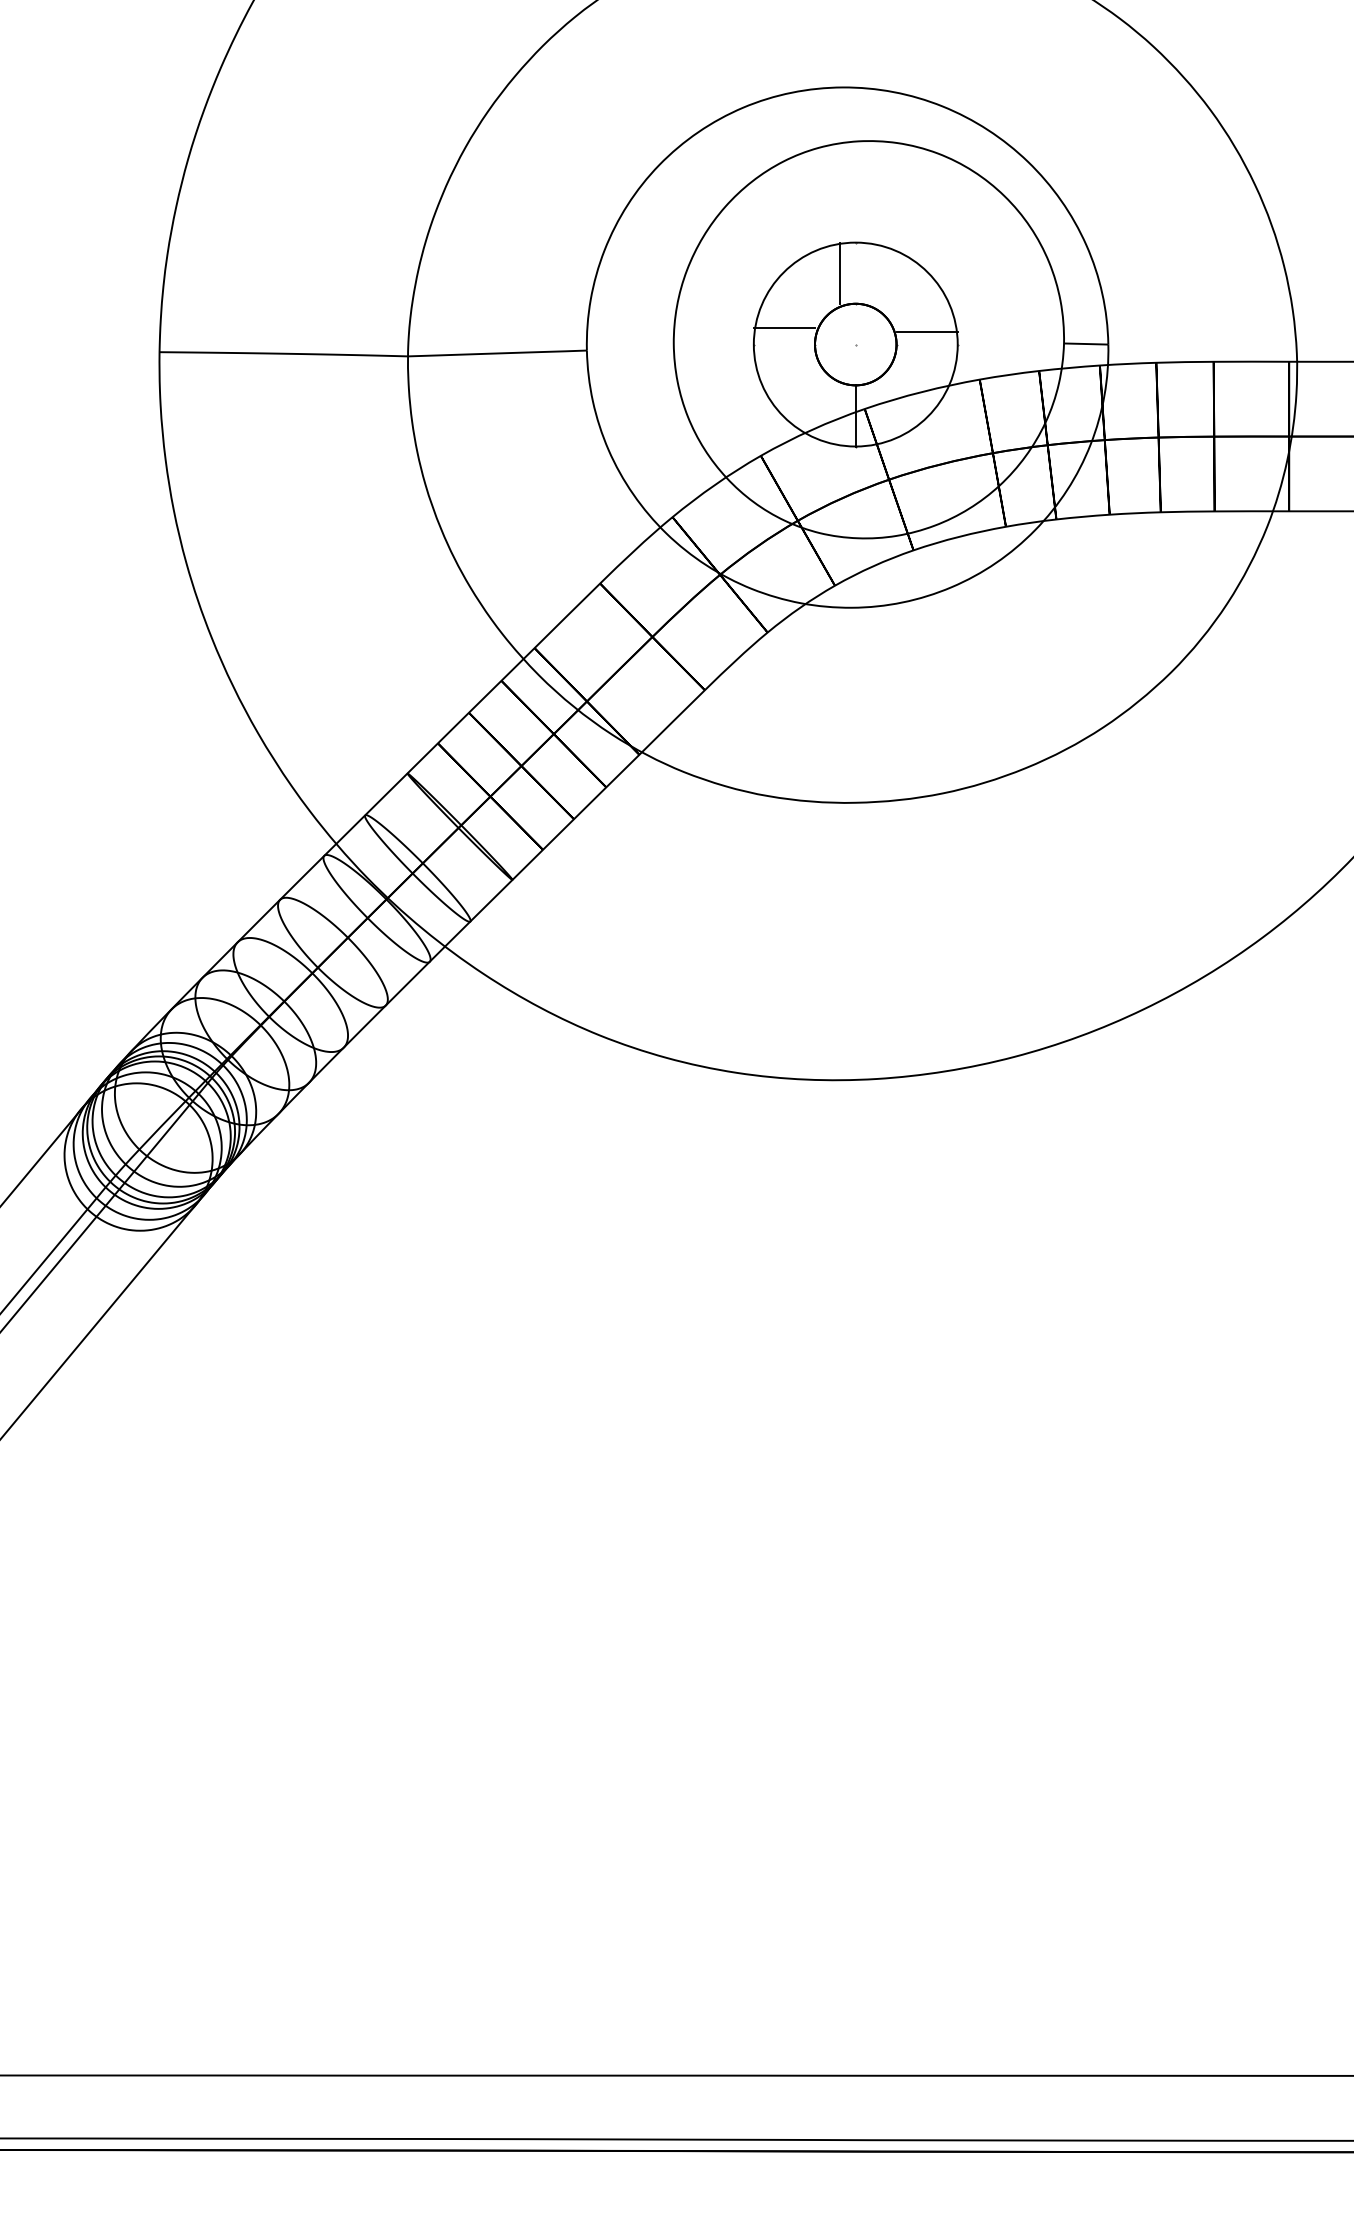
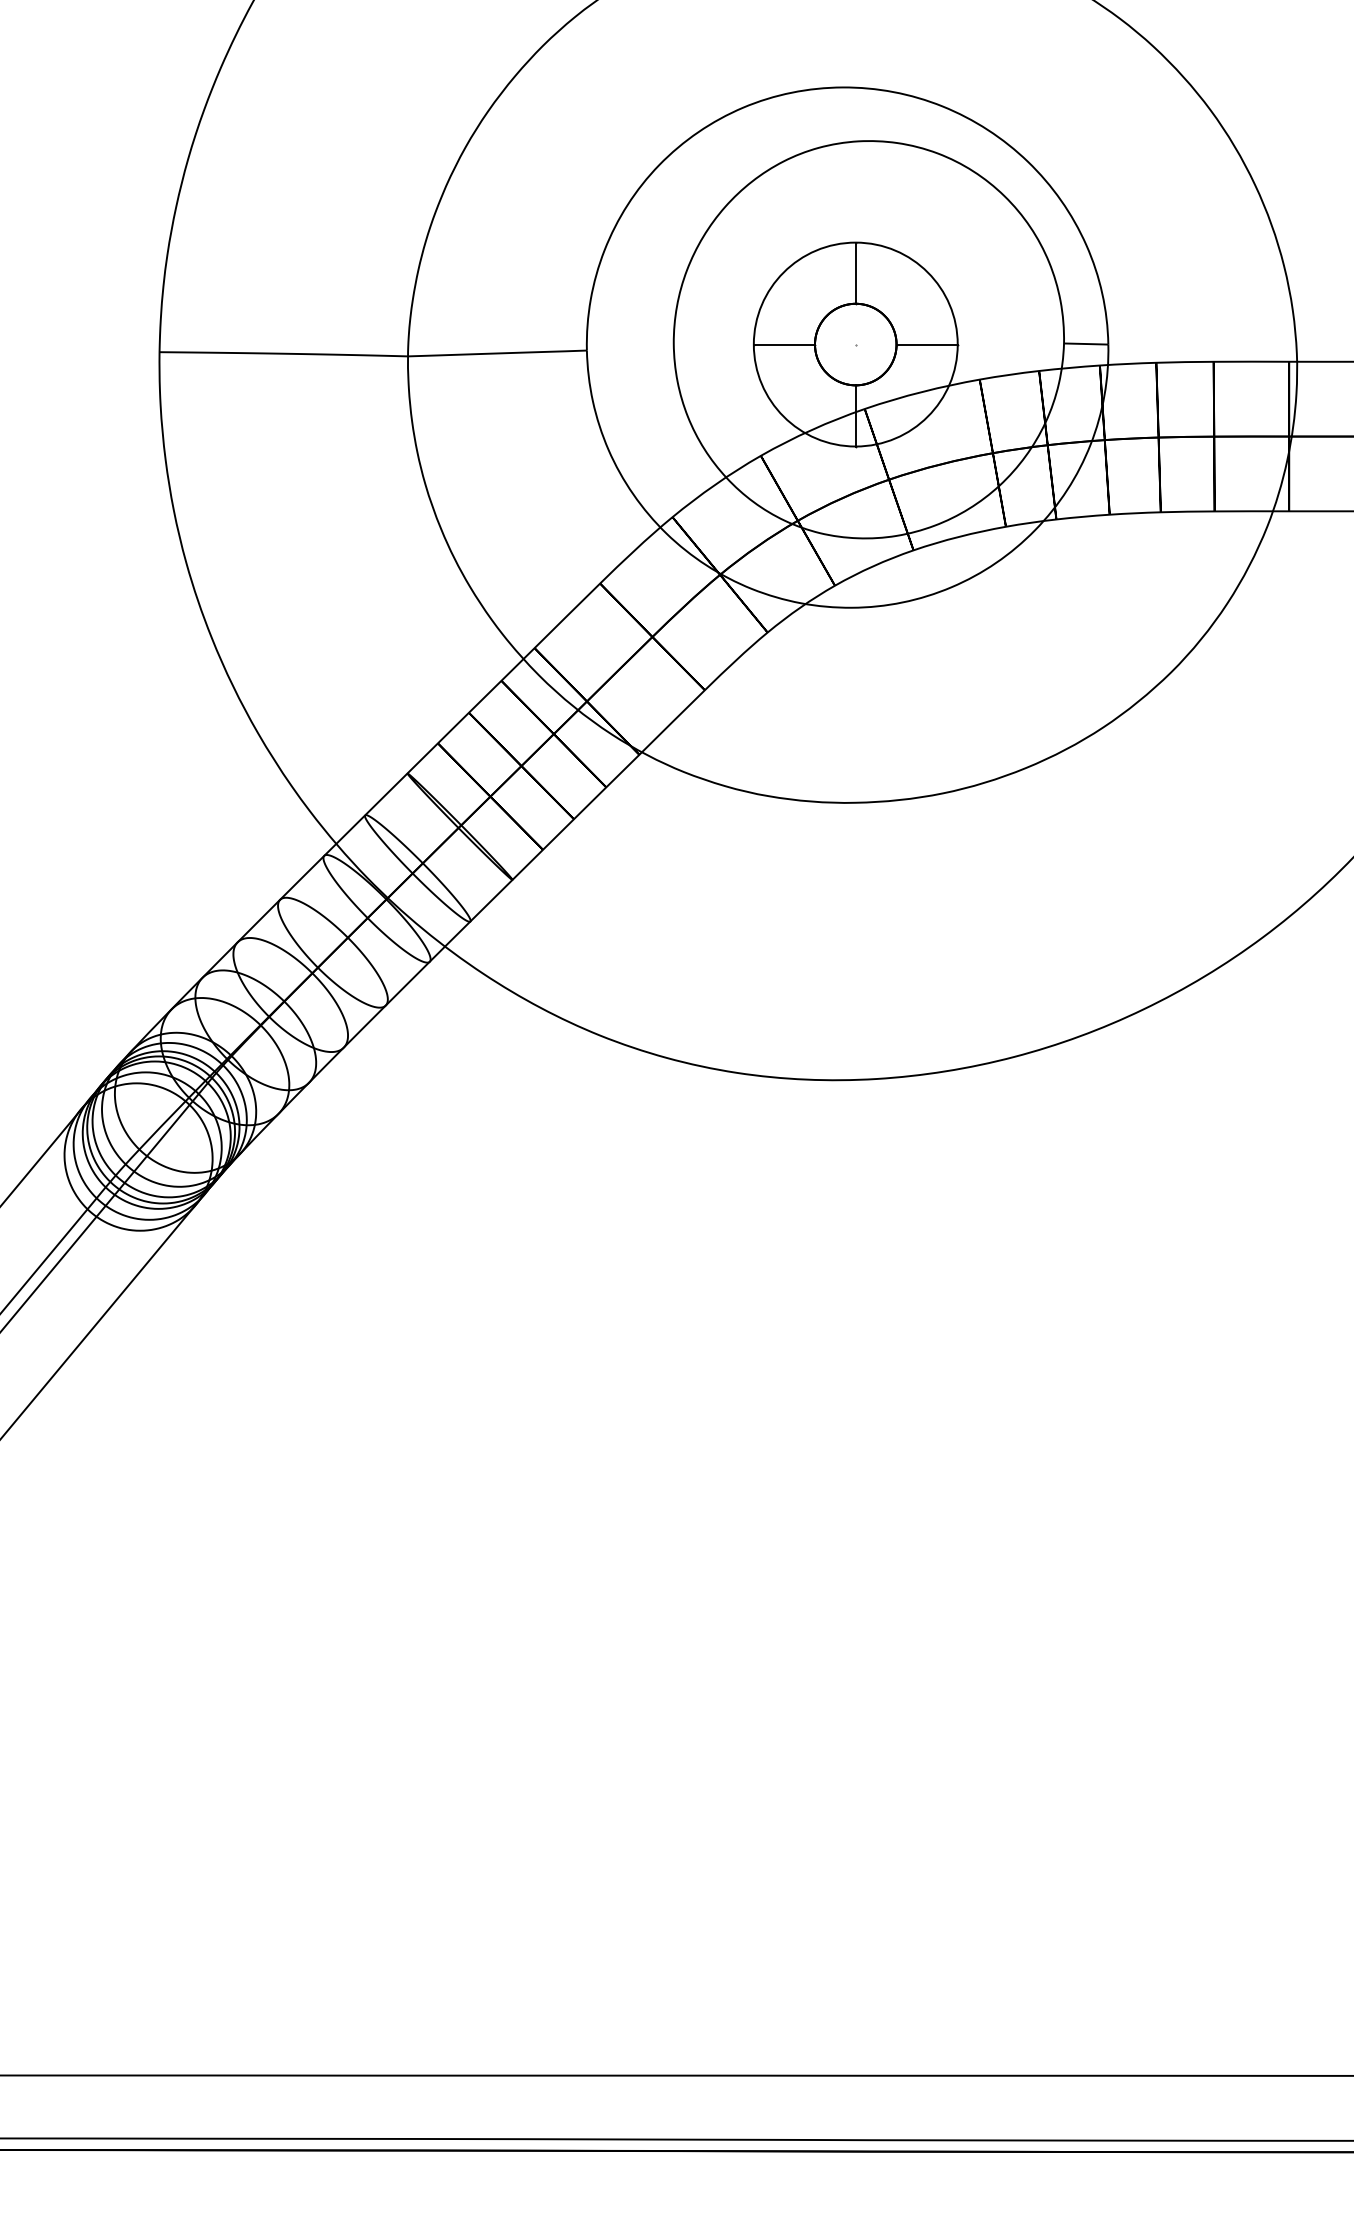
line at (839, 272) position: (839, 272) -> (855, 272)
line at (784, 327) position: (784, 327) -> (784, 344)
line at (926, 331) position: (926, 331) -> (926, 344)
